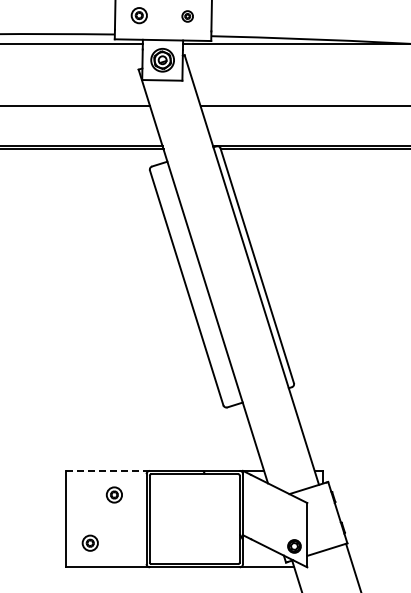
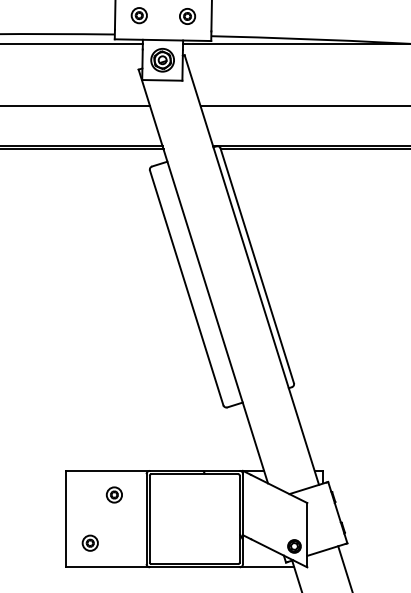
part at (187, 16) size: 13x13 px -> 18x17 px
line at (108, 470): dashed -> solid
line at (353, 566) position: (353, 566) -> (344, 567)
